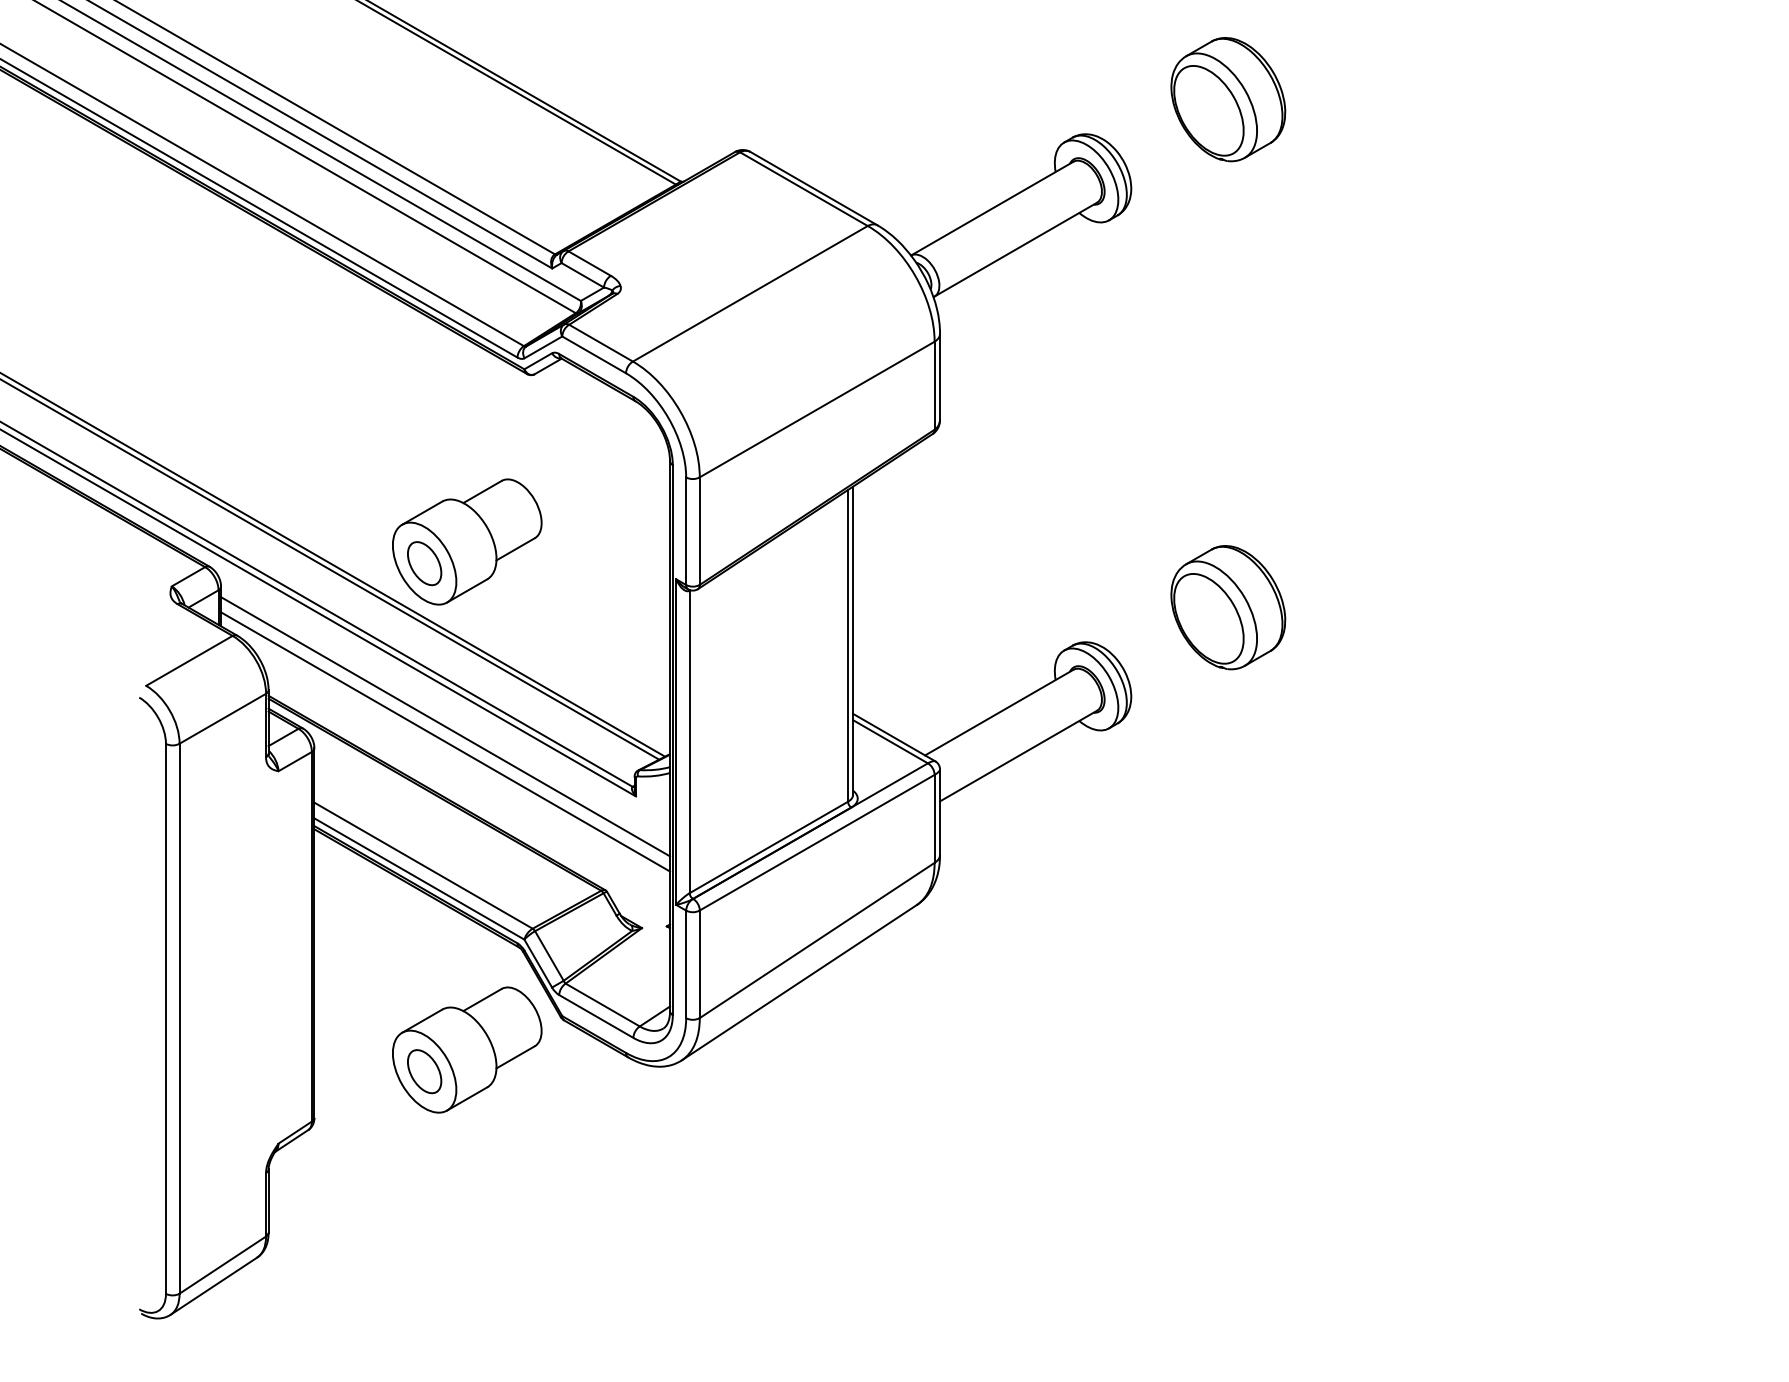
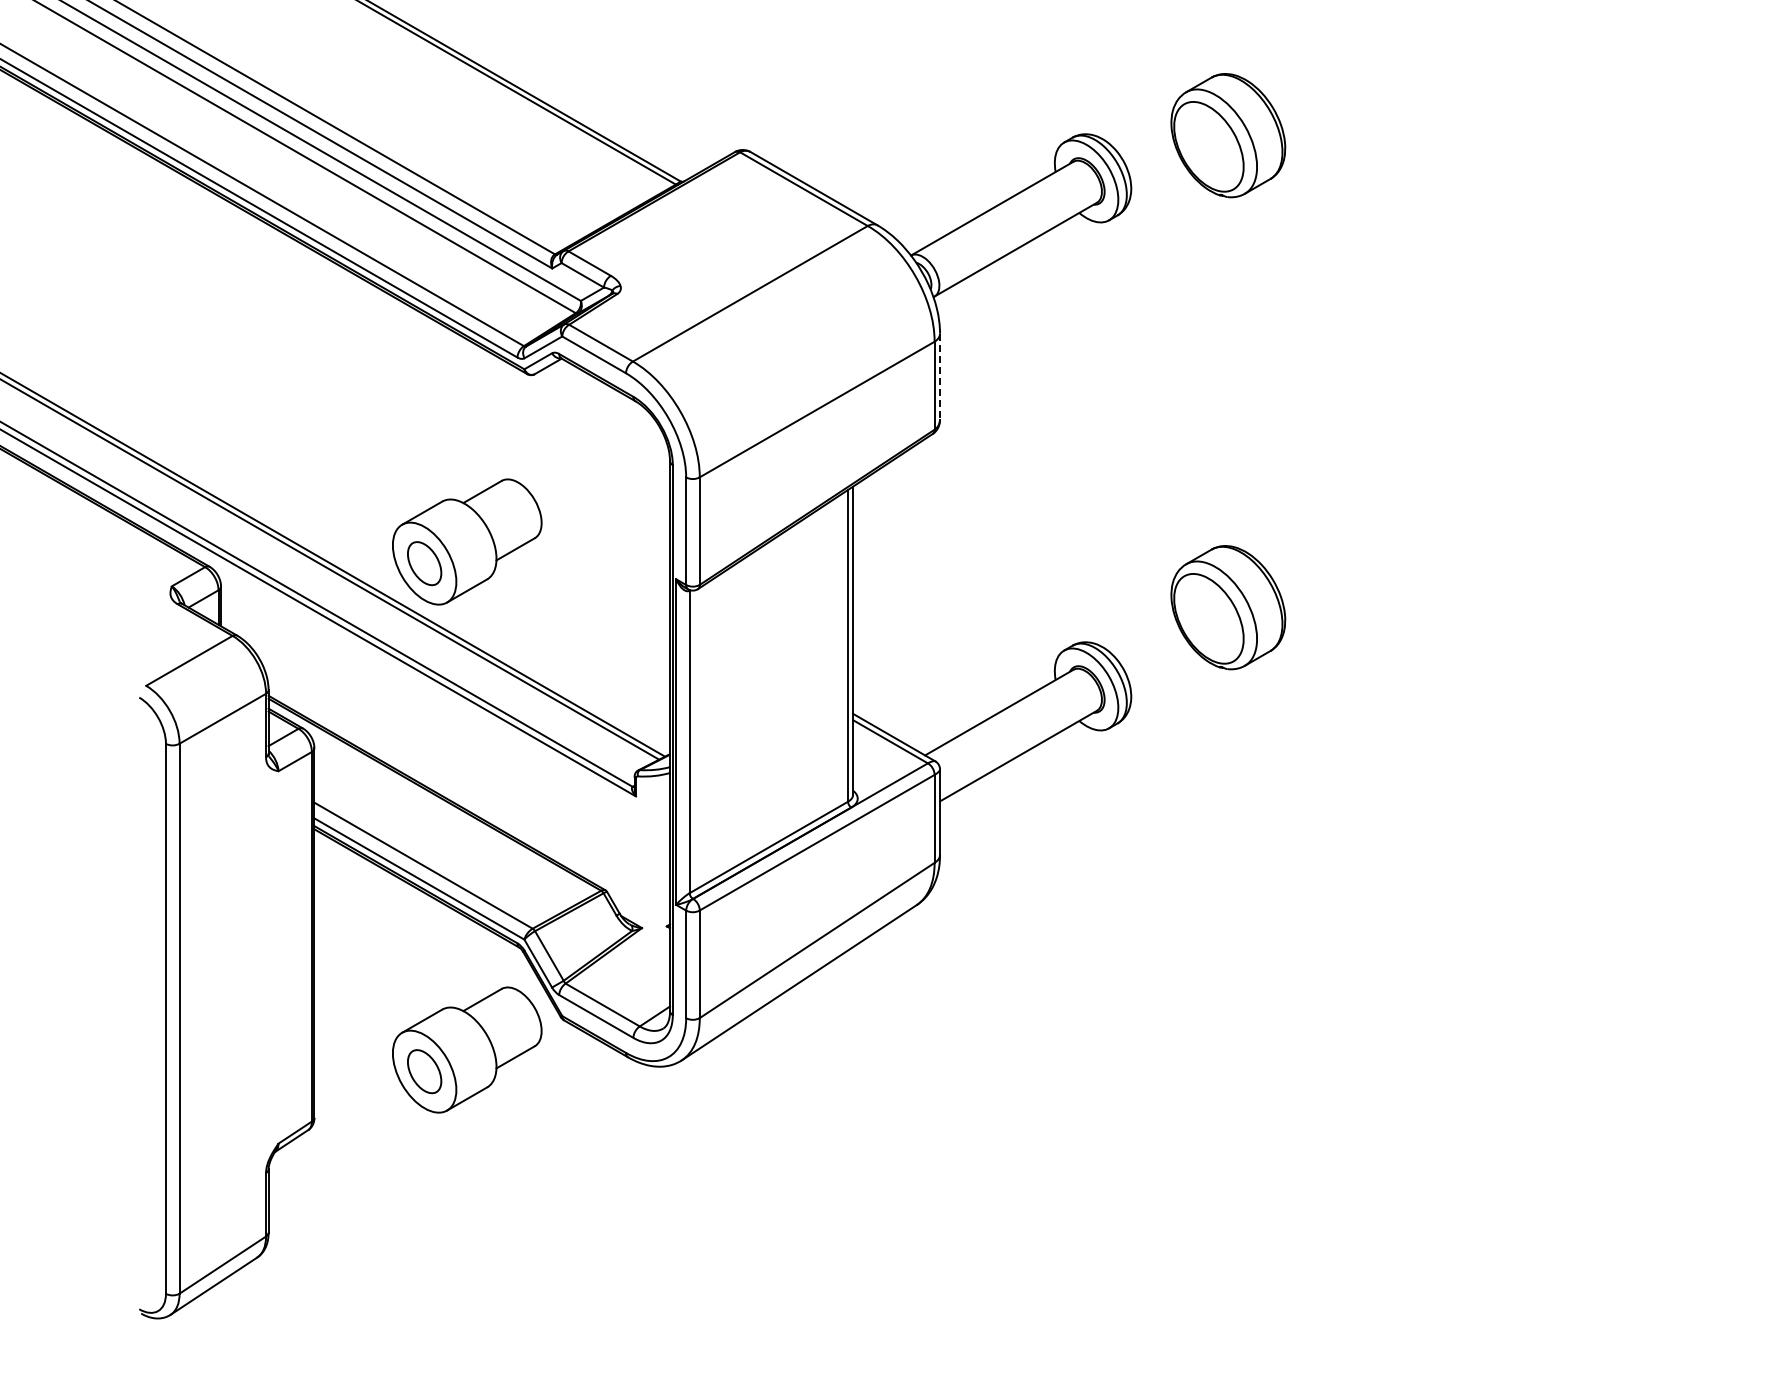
part at (1228, 99) position: (1228, 99) -> (1228, 135)
line at (940, 376): solid -> dashed
line at (445, 726): present -> none
line at (445, 741): present -> none
